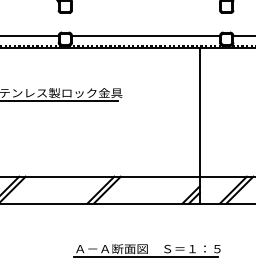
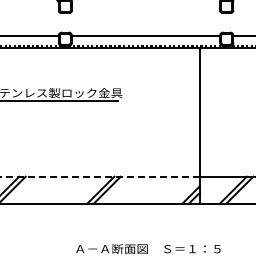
line at (99, 176): solid -> dashed
line at (145, 257): present -> none
